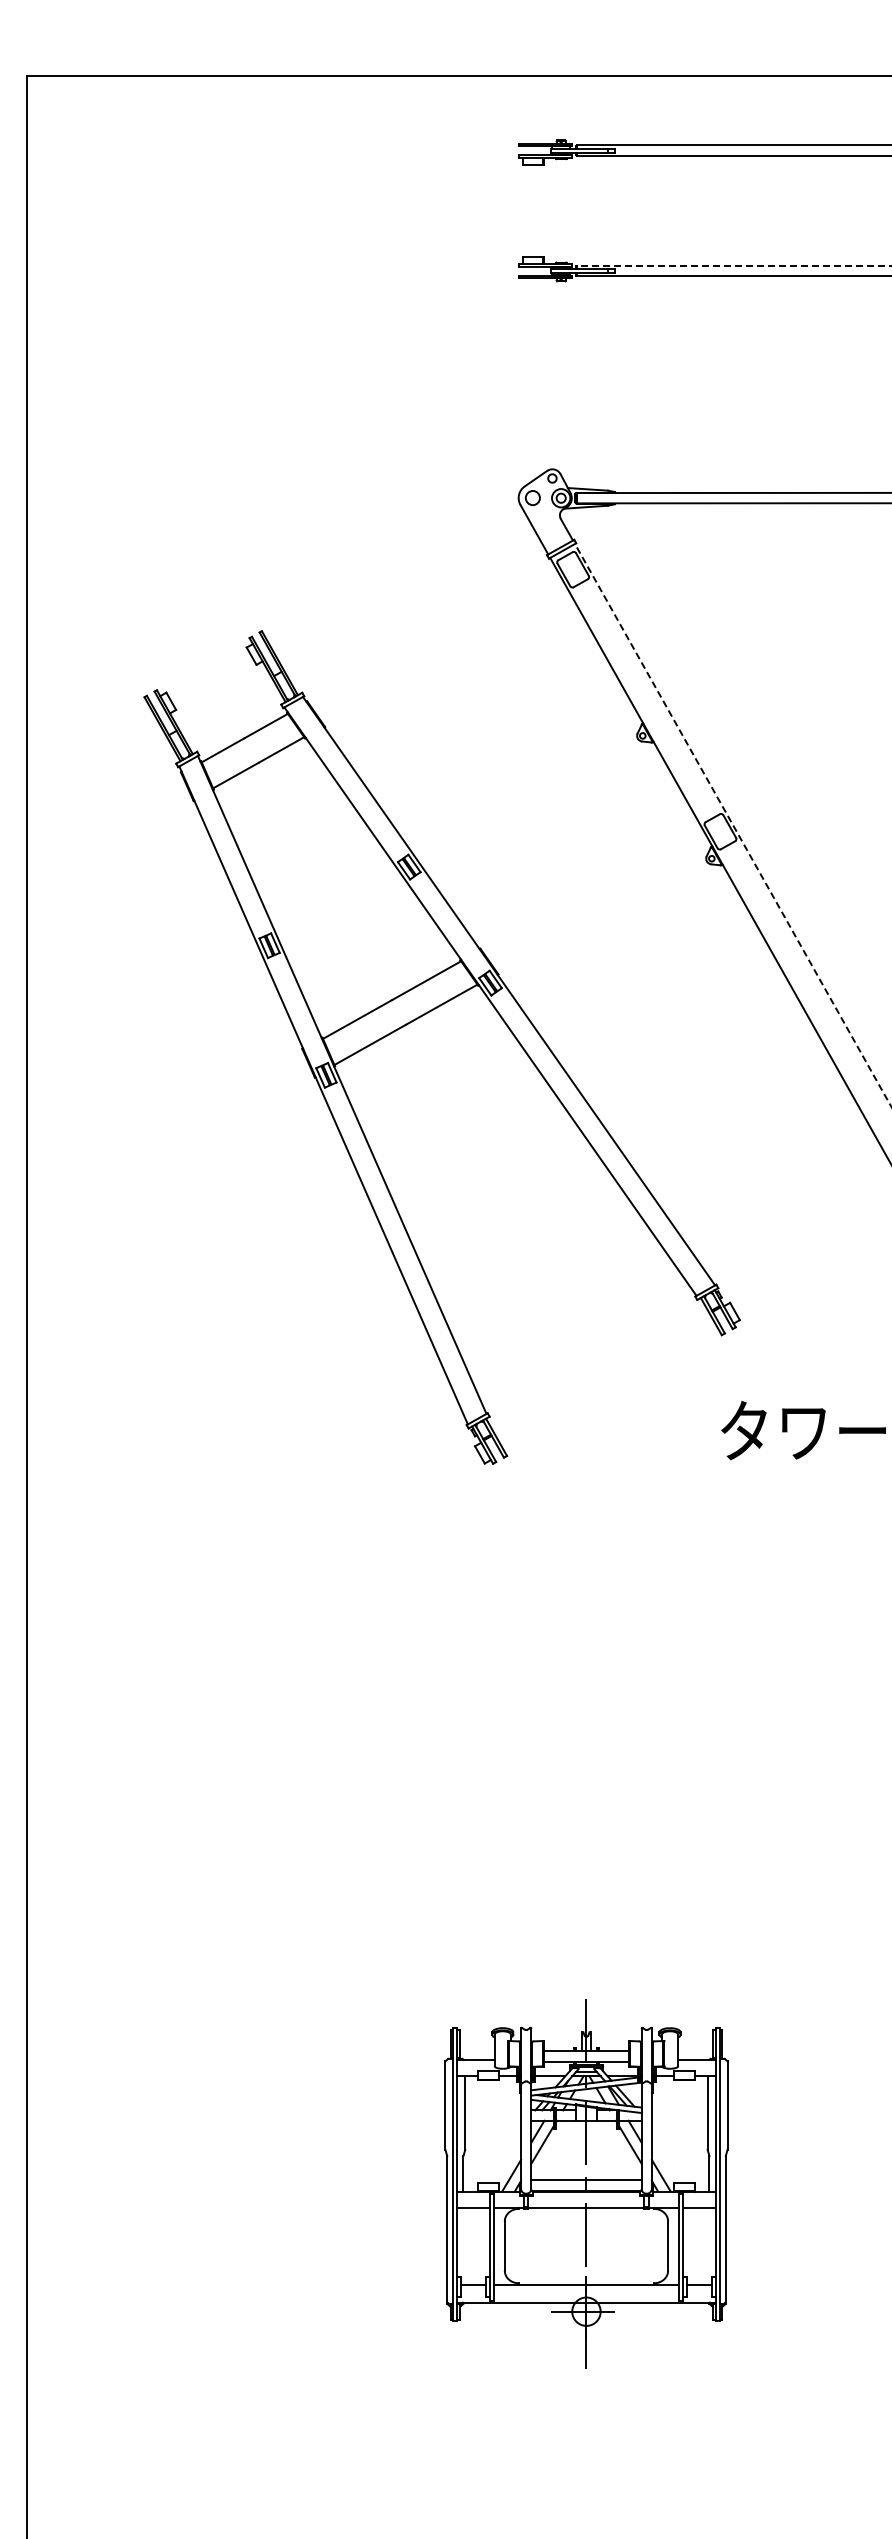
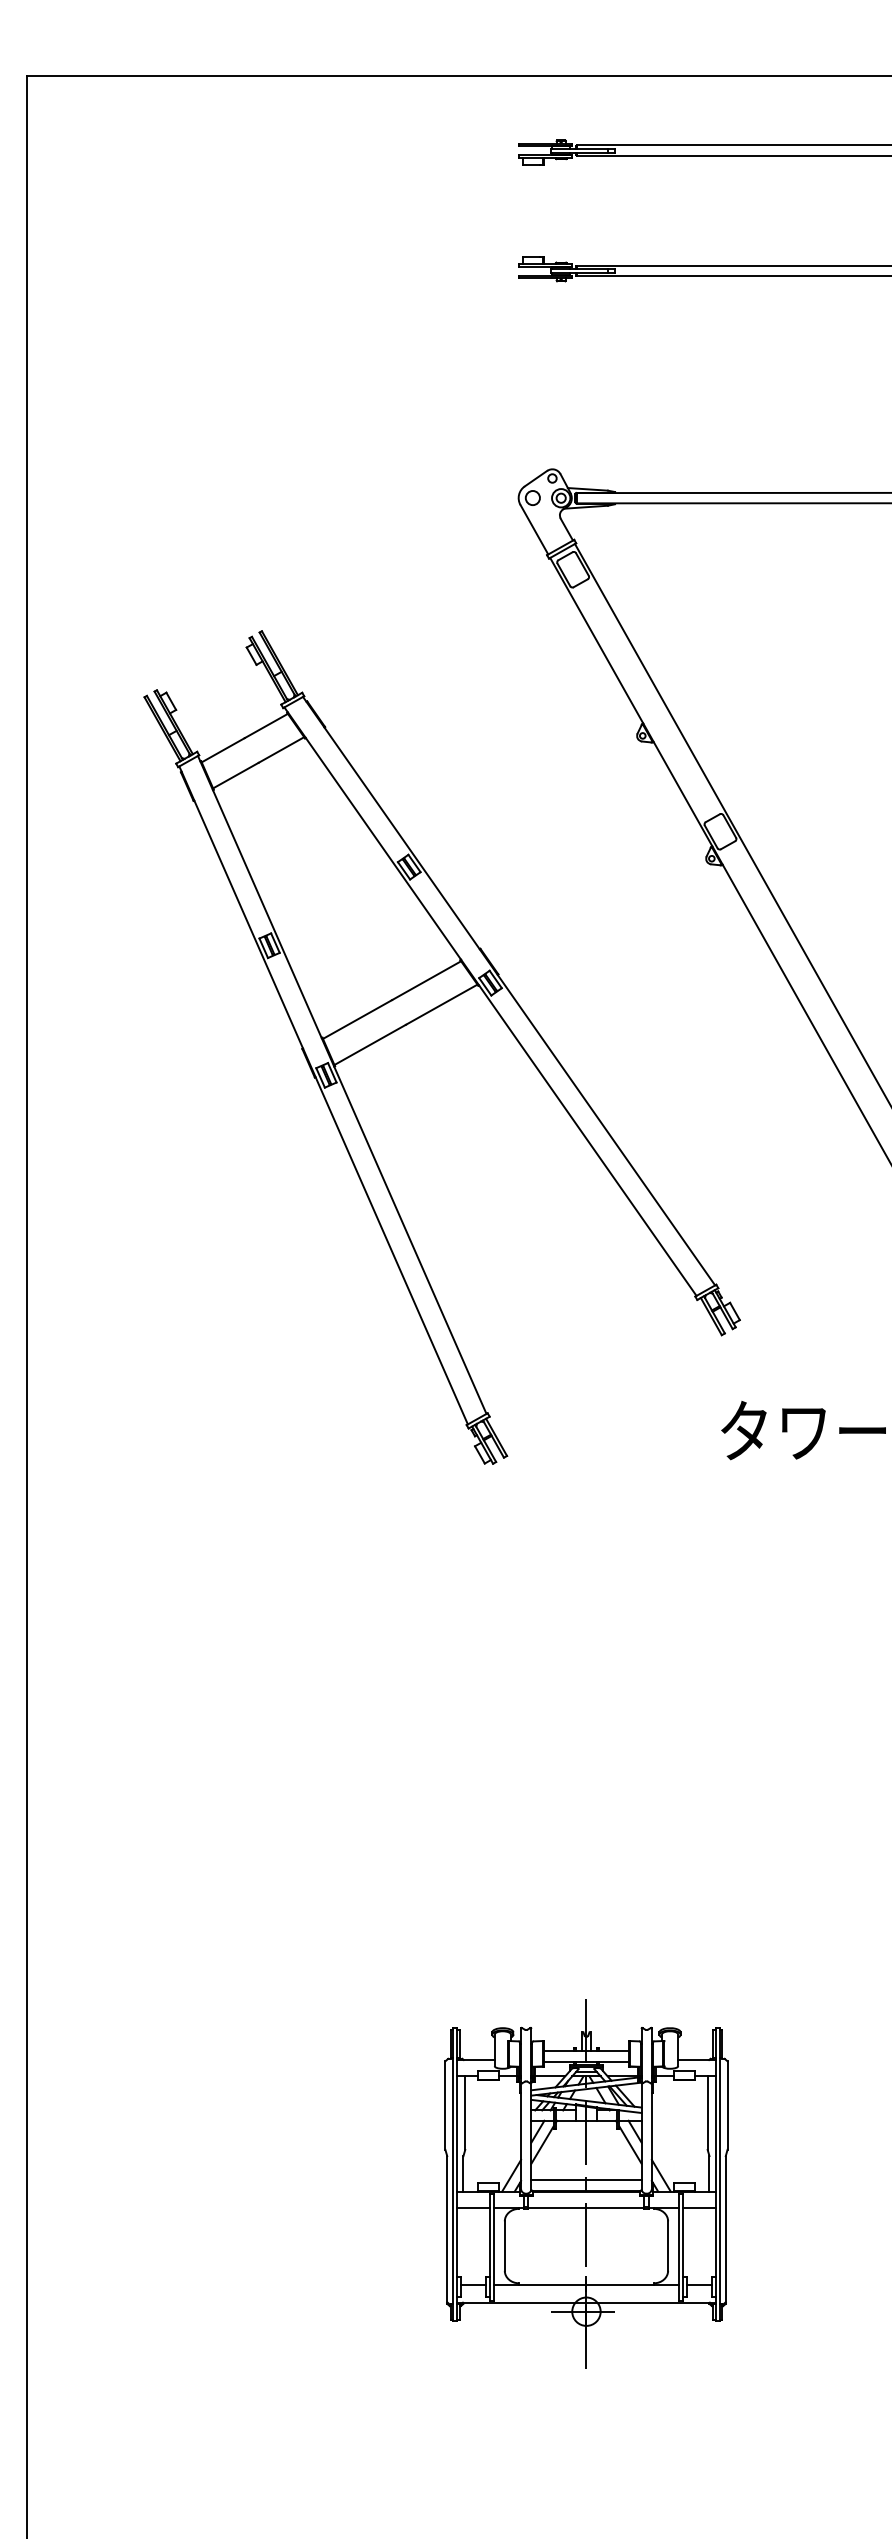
line at (733, 265): dashed -> solid
line at (733, 825): dashed -> solid
